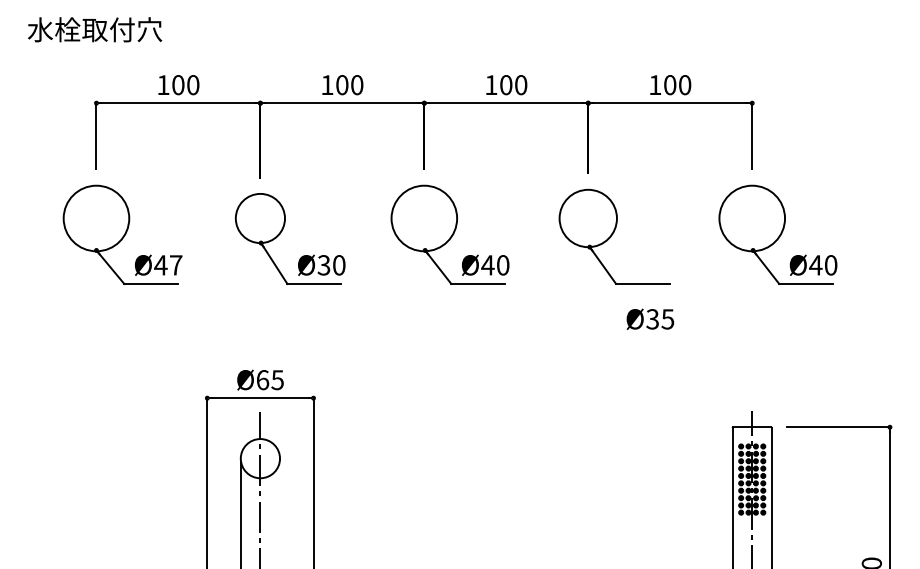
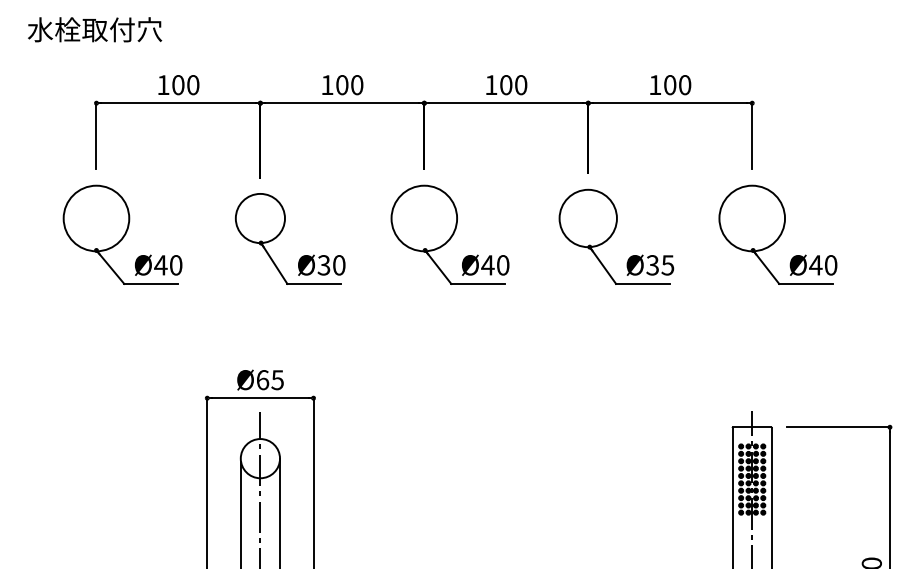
text at (176, 265): Ø47 -> Ø40
text at (650, 318) position: (650, 318) -> (650, 264)
line at (280, 511): none -> present
